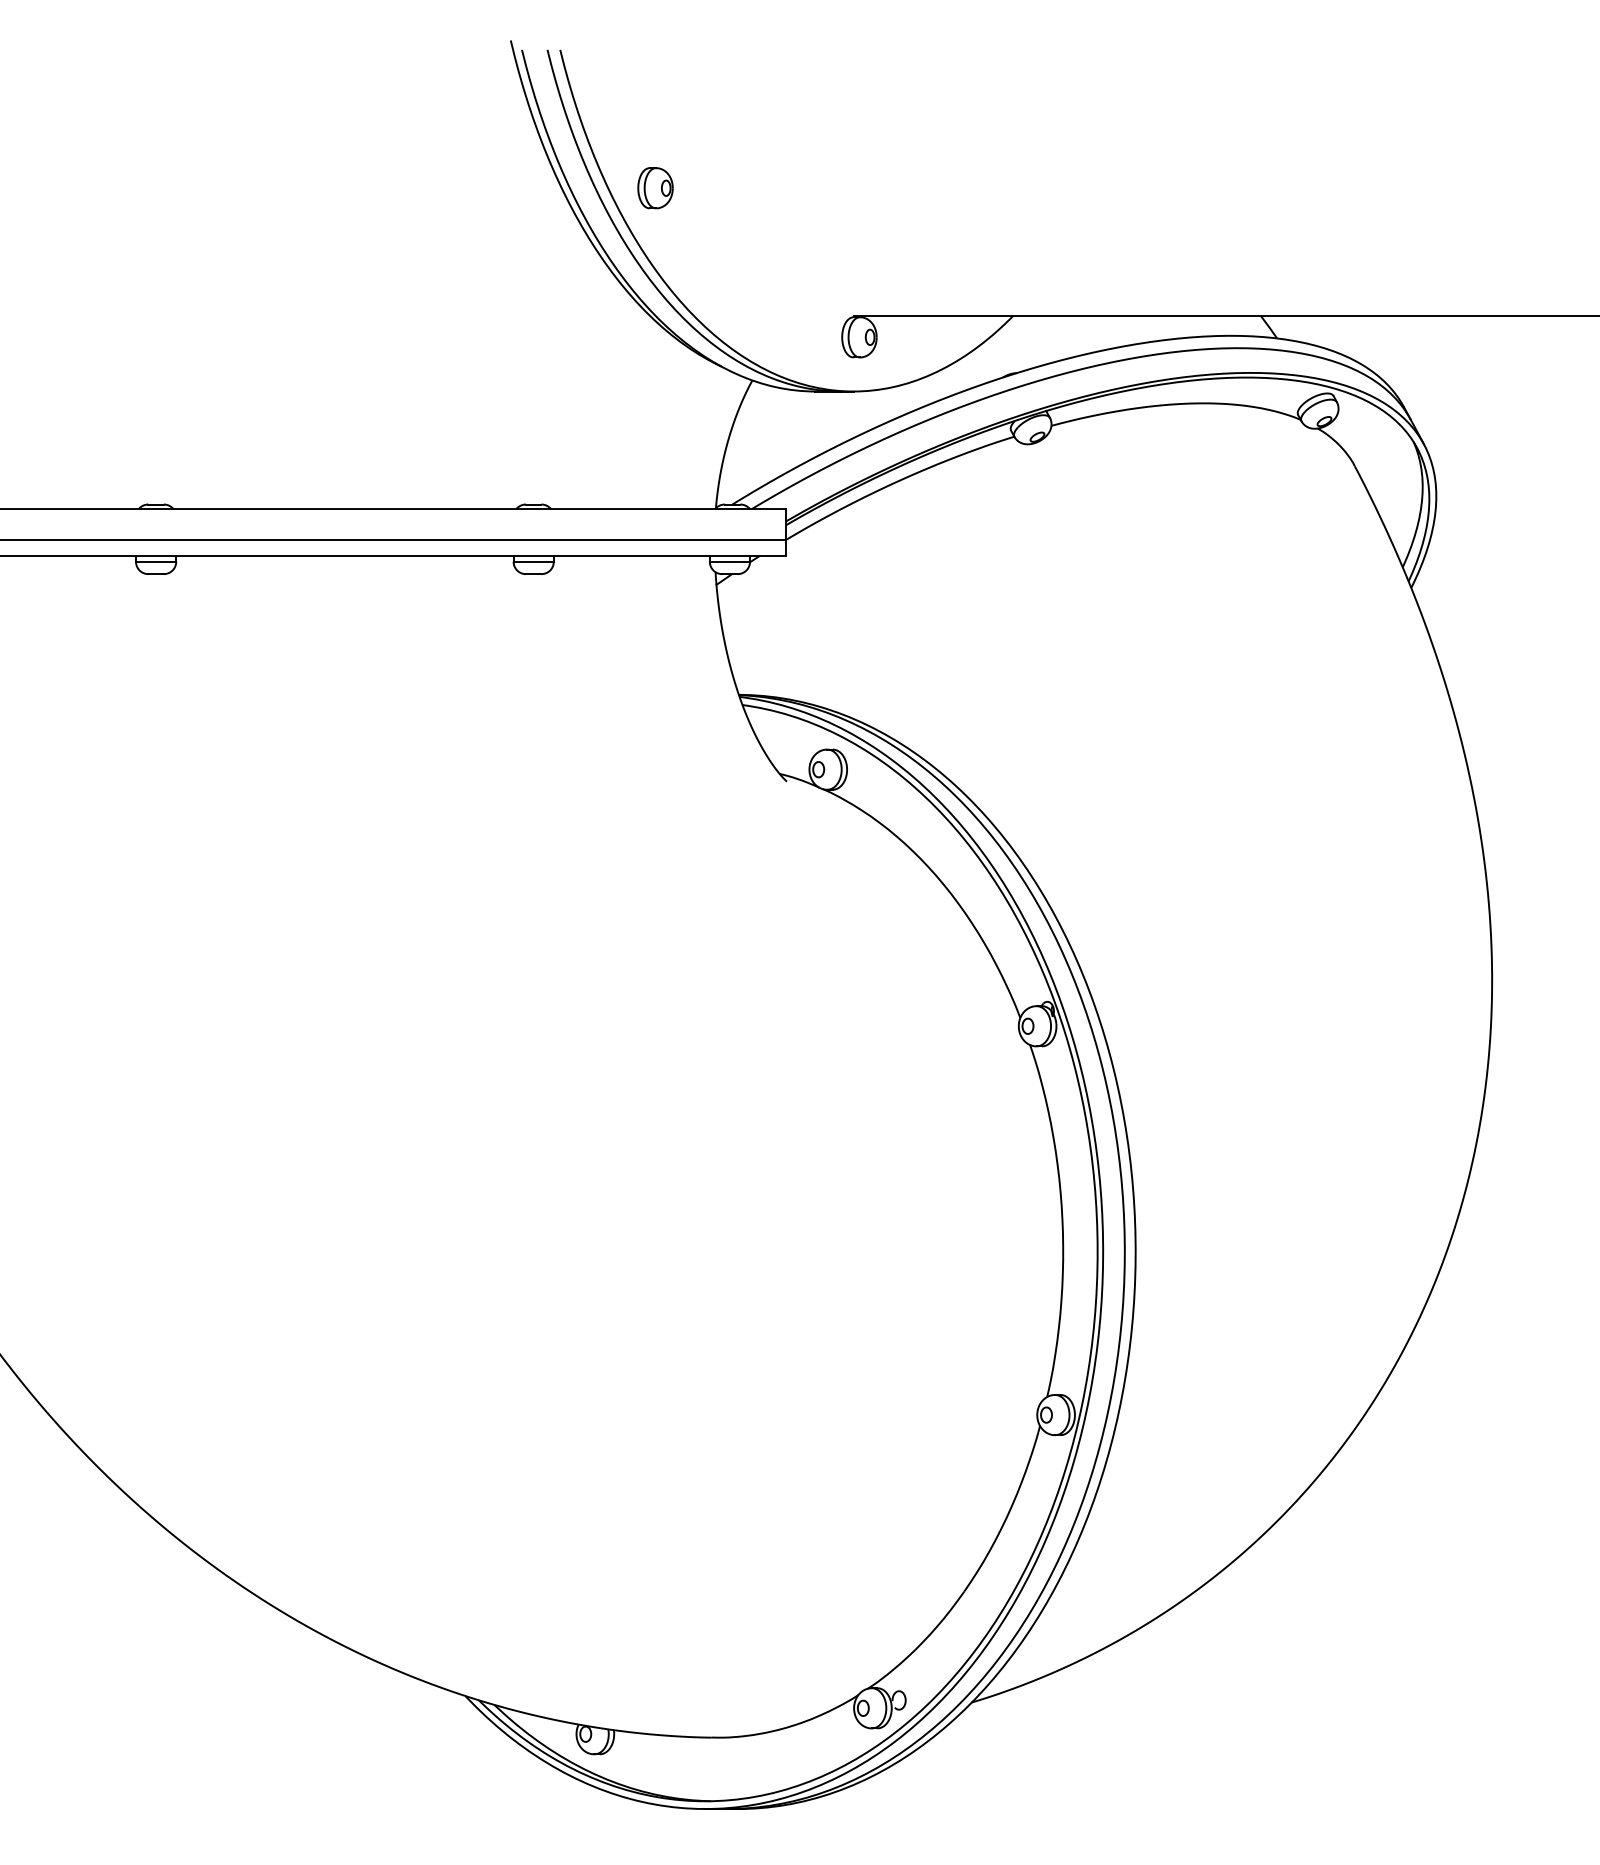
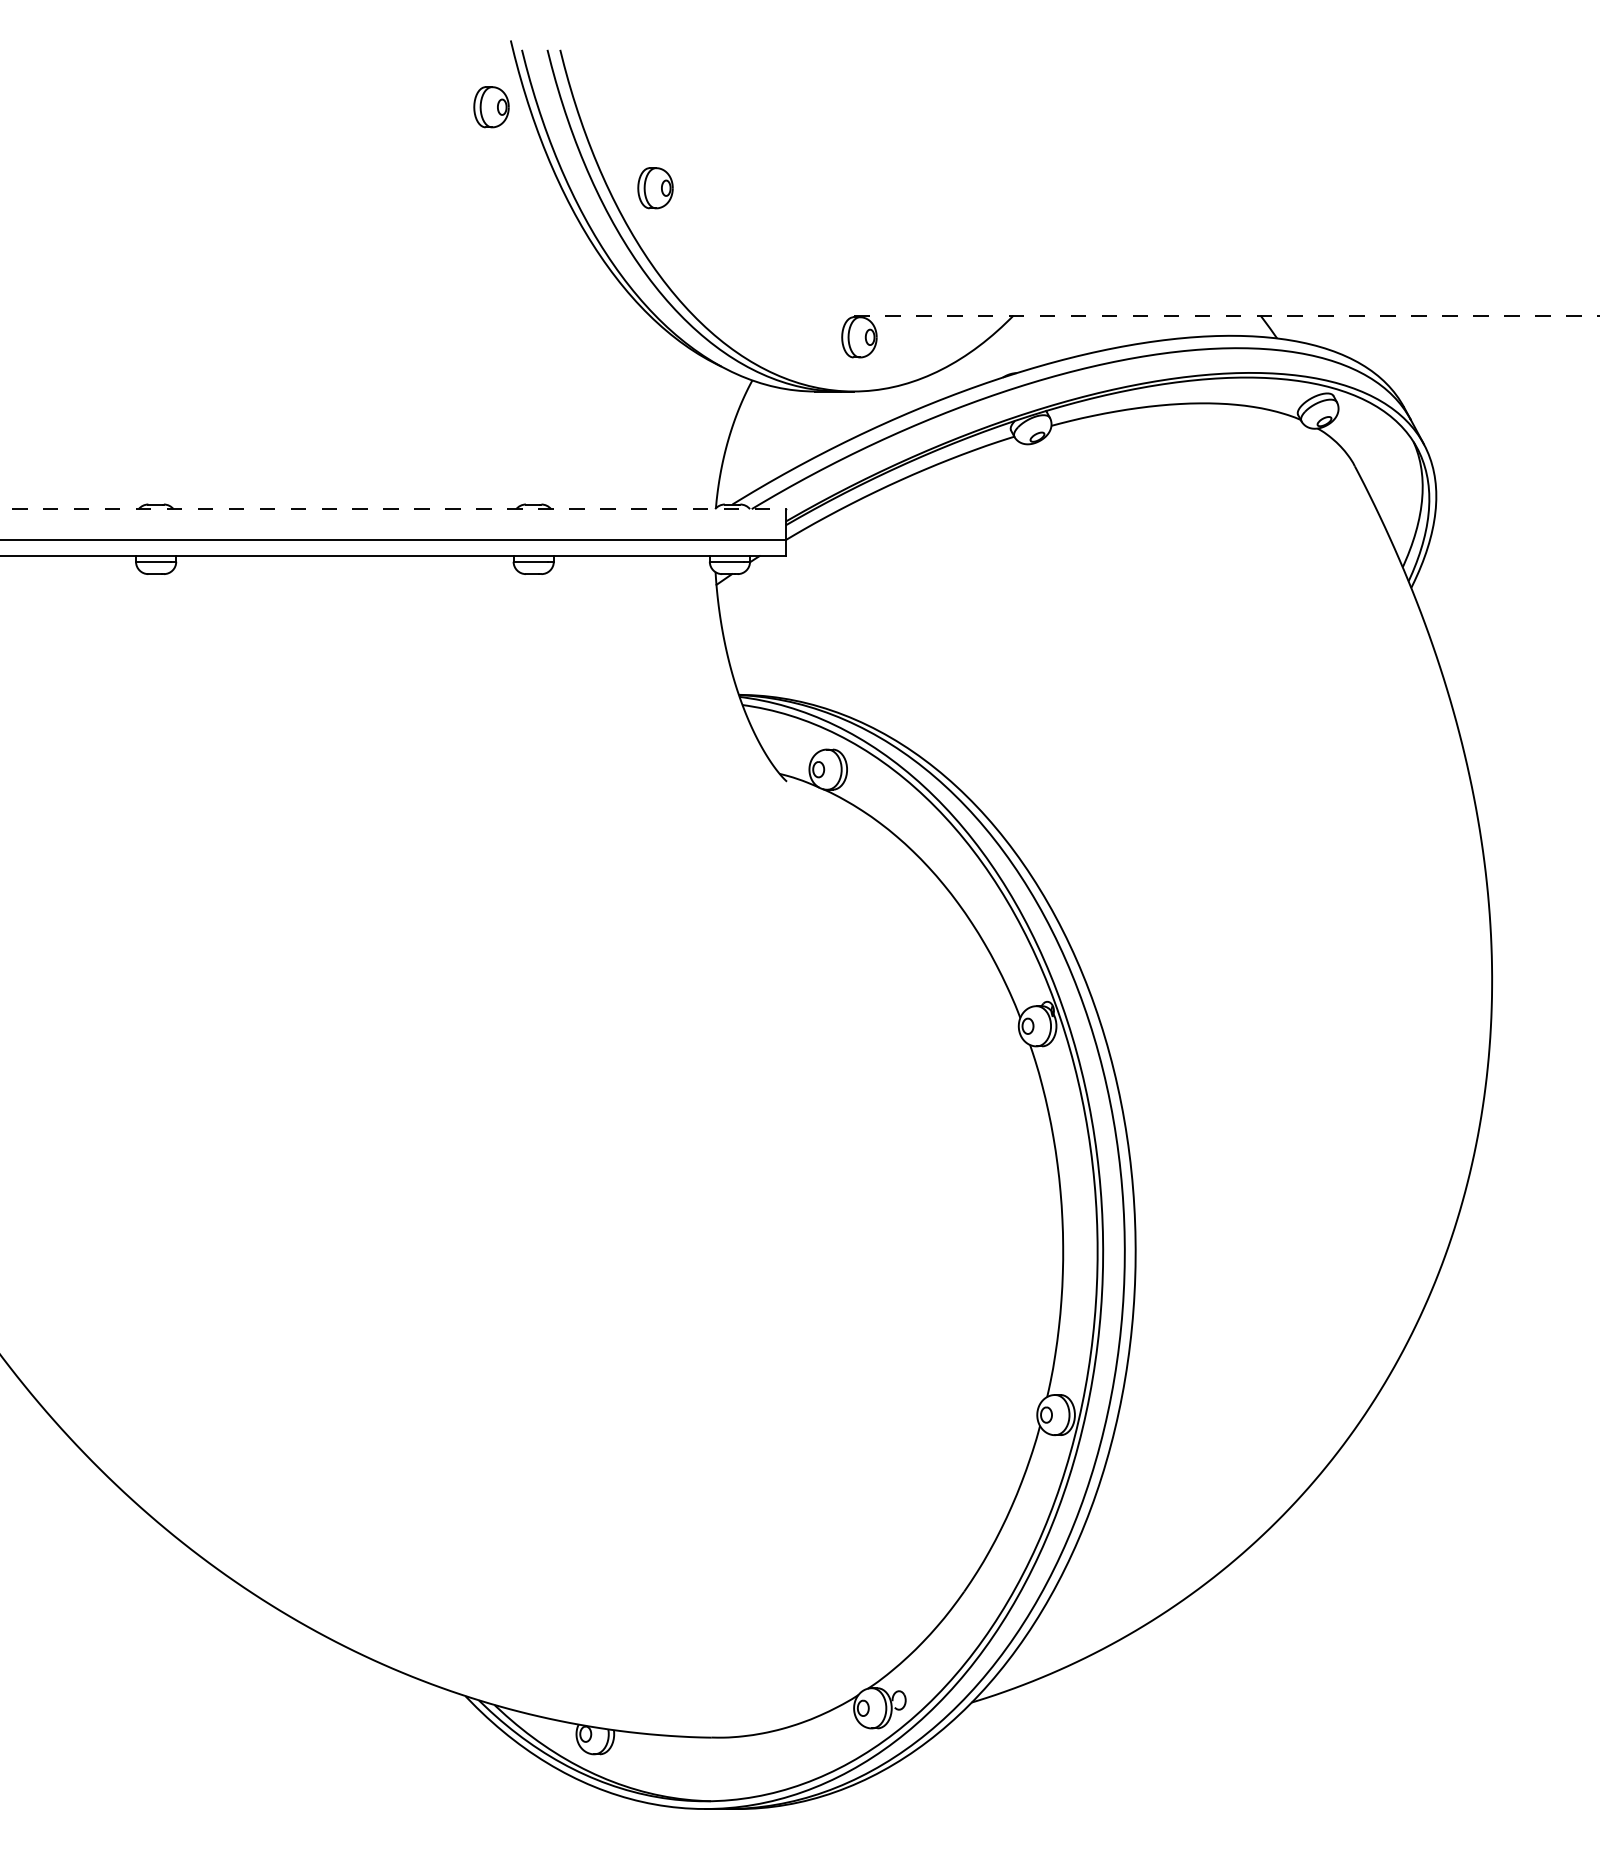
part at (491, 107): none -> present
line at (1227, 315): solid -> dashed
line at (393, 509): solid -> dashed
